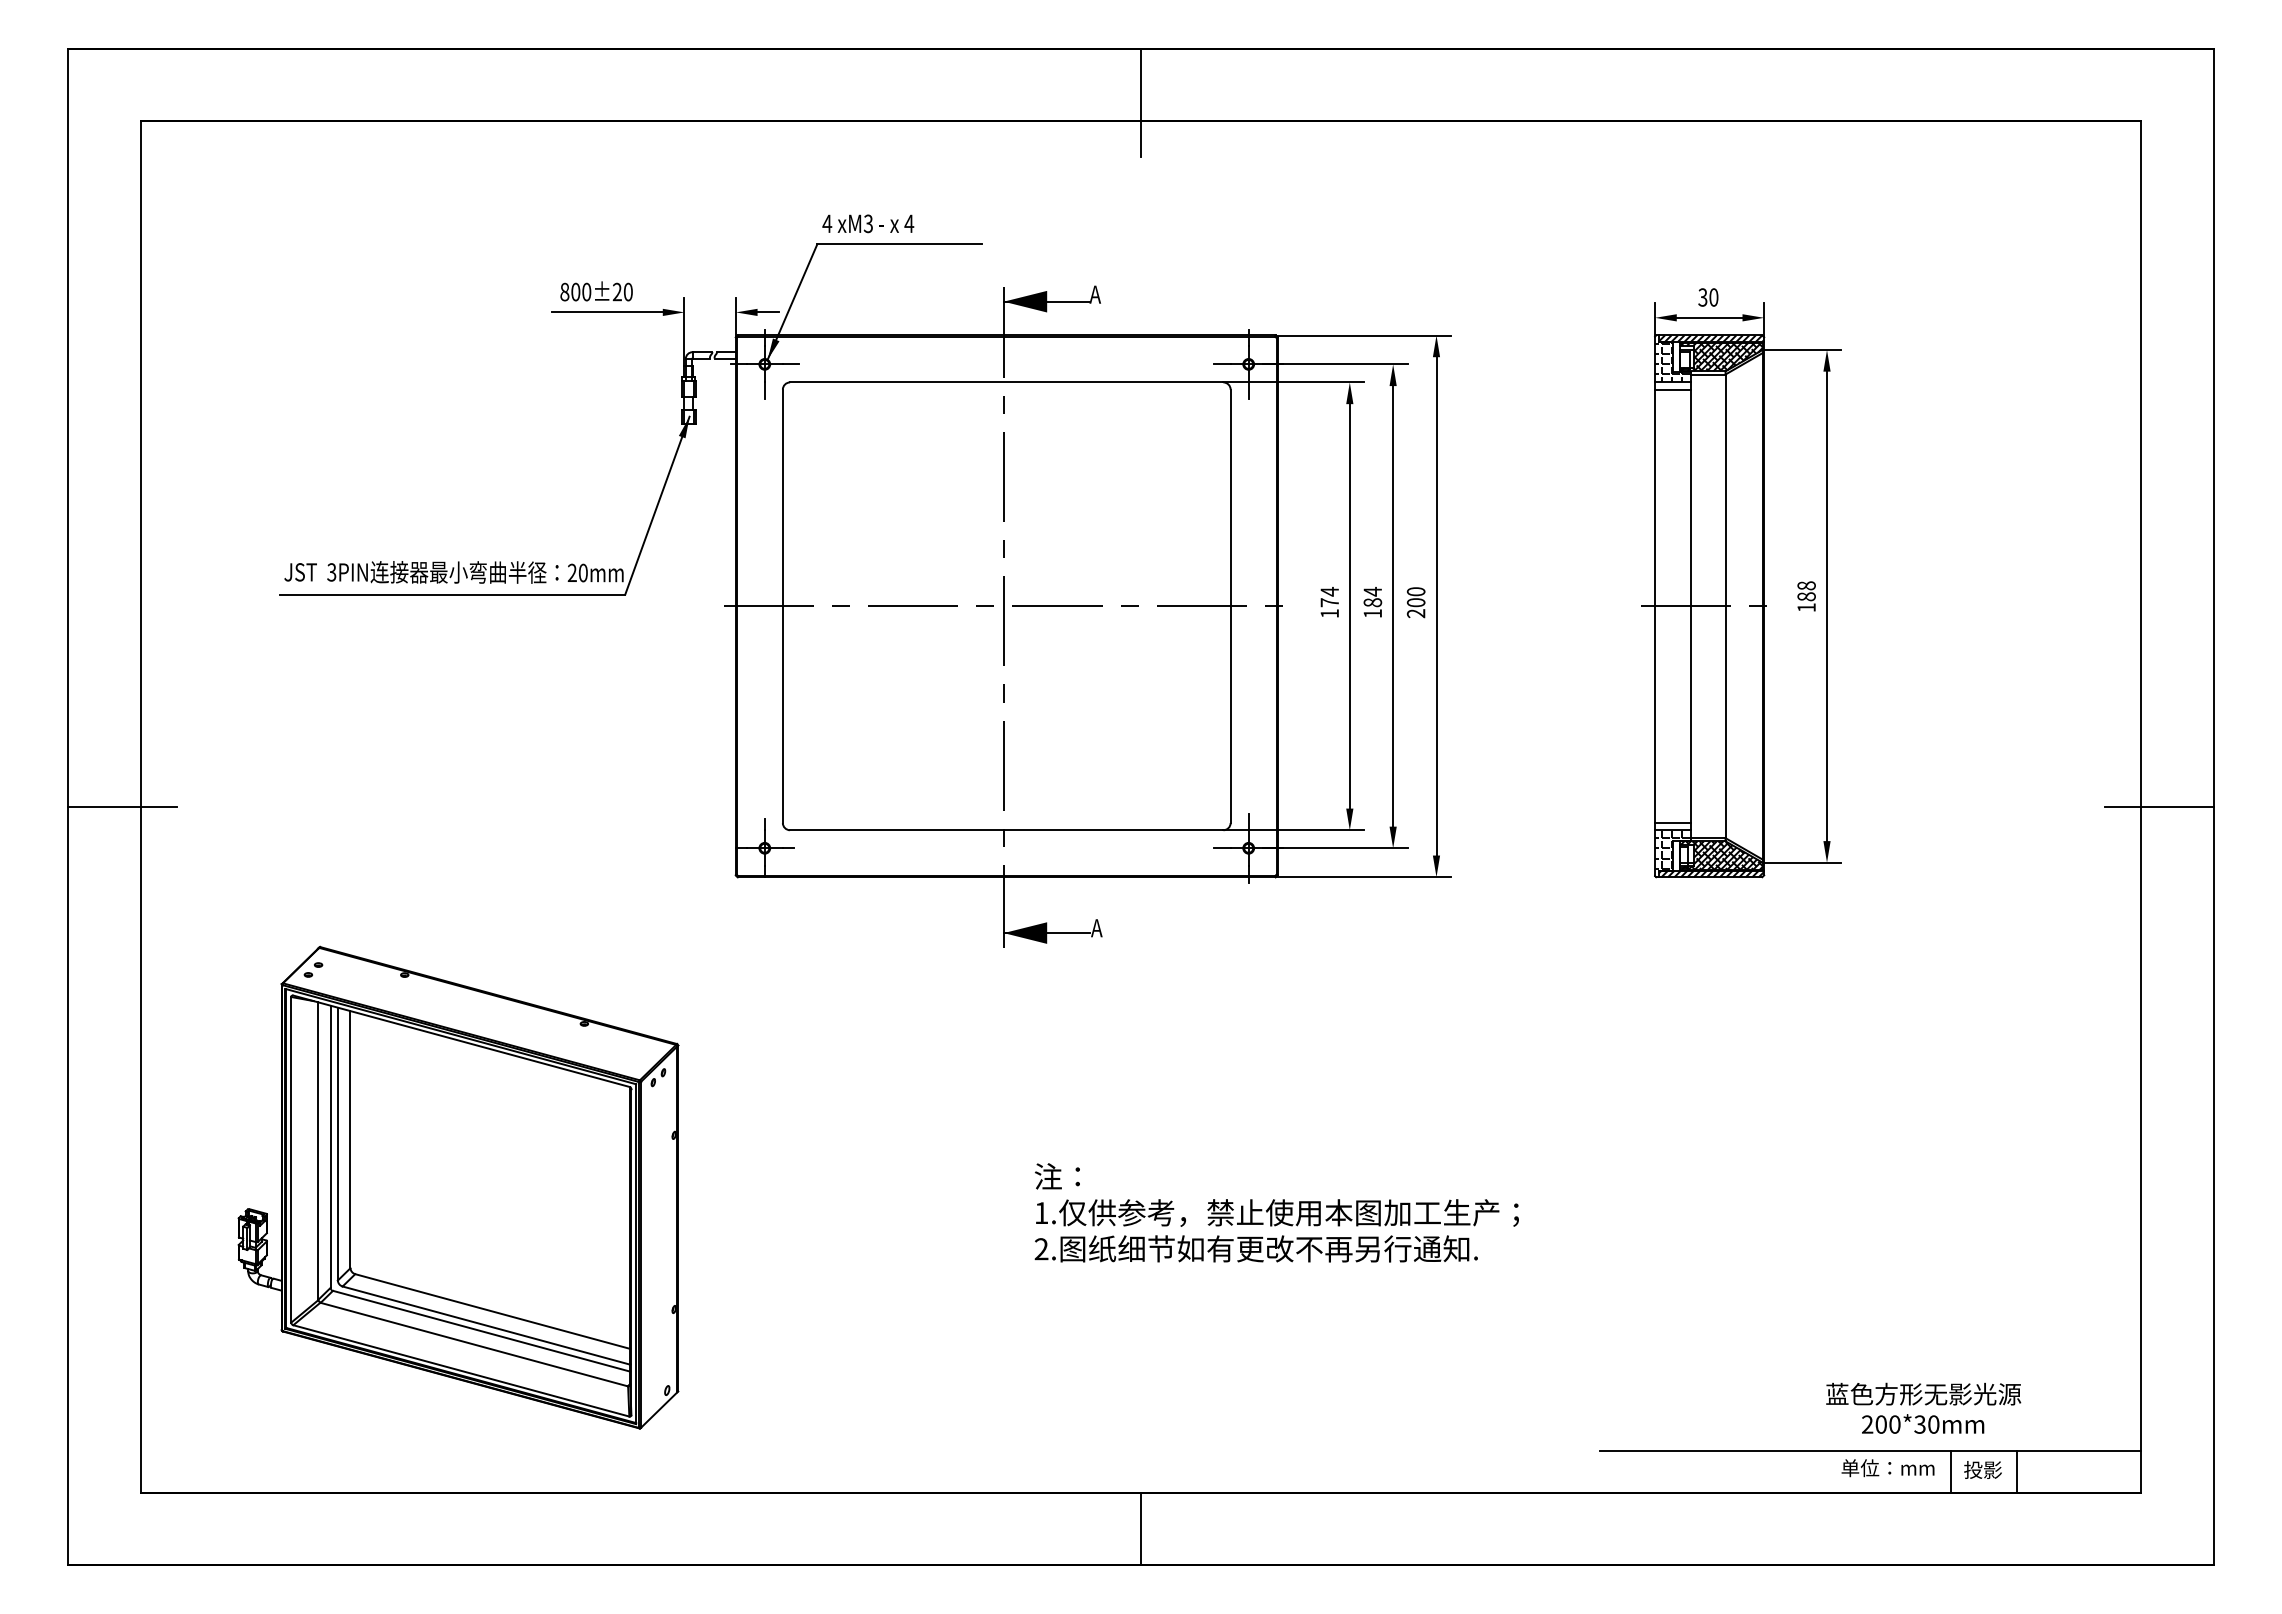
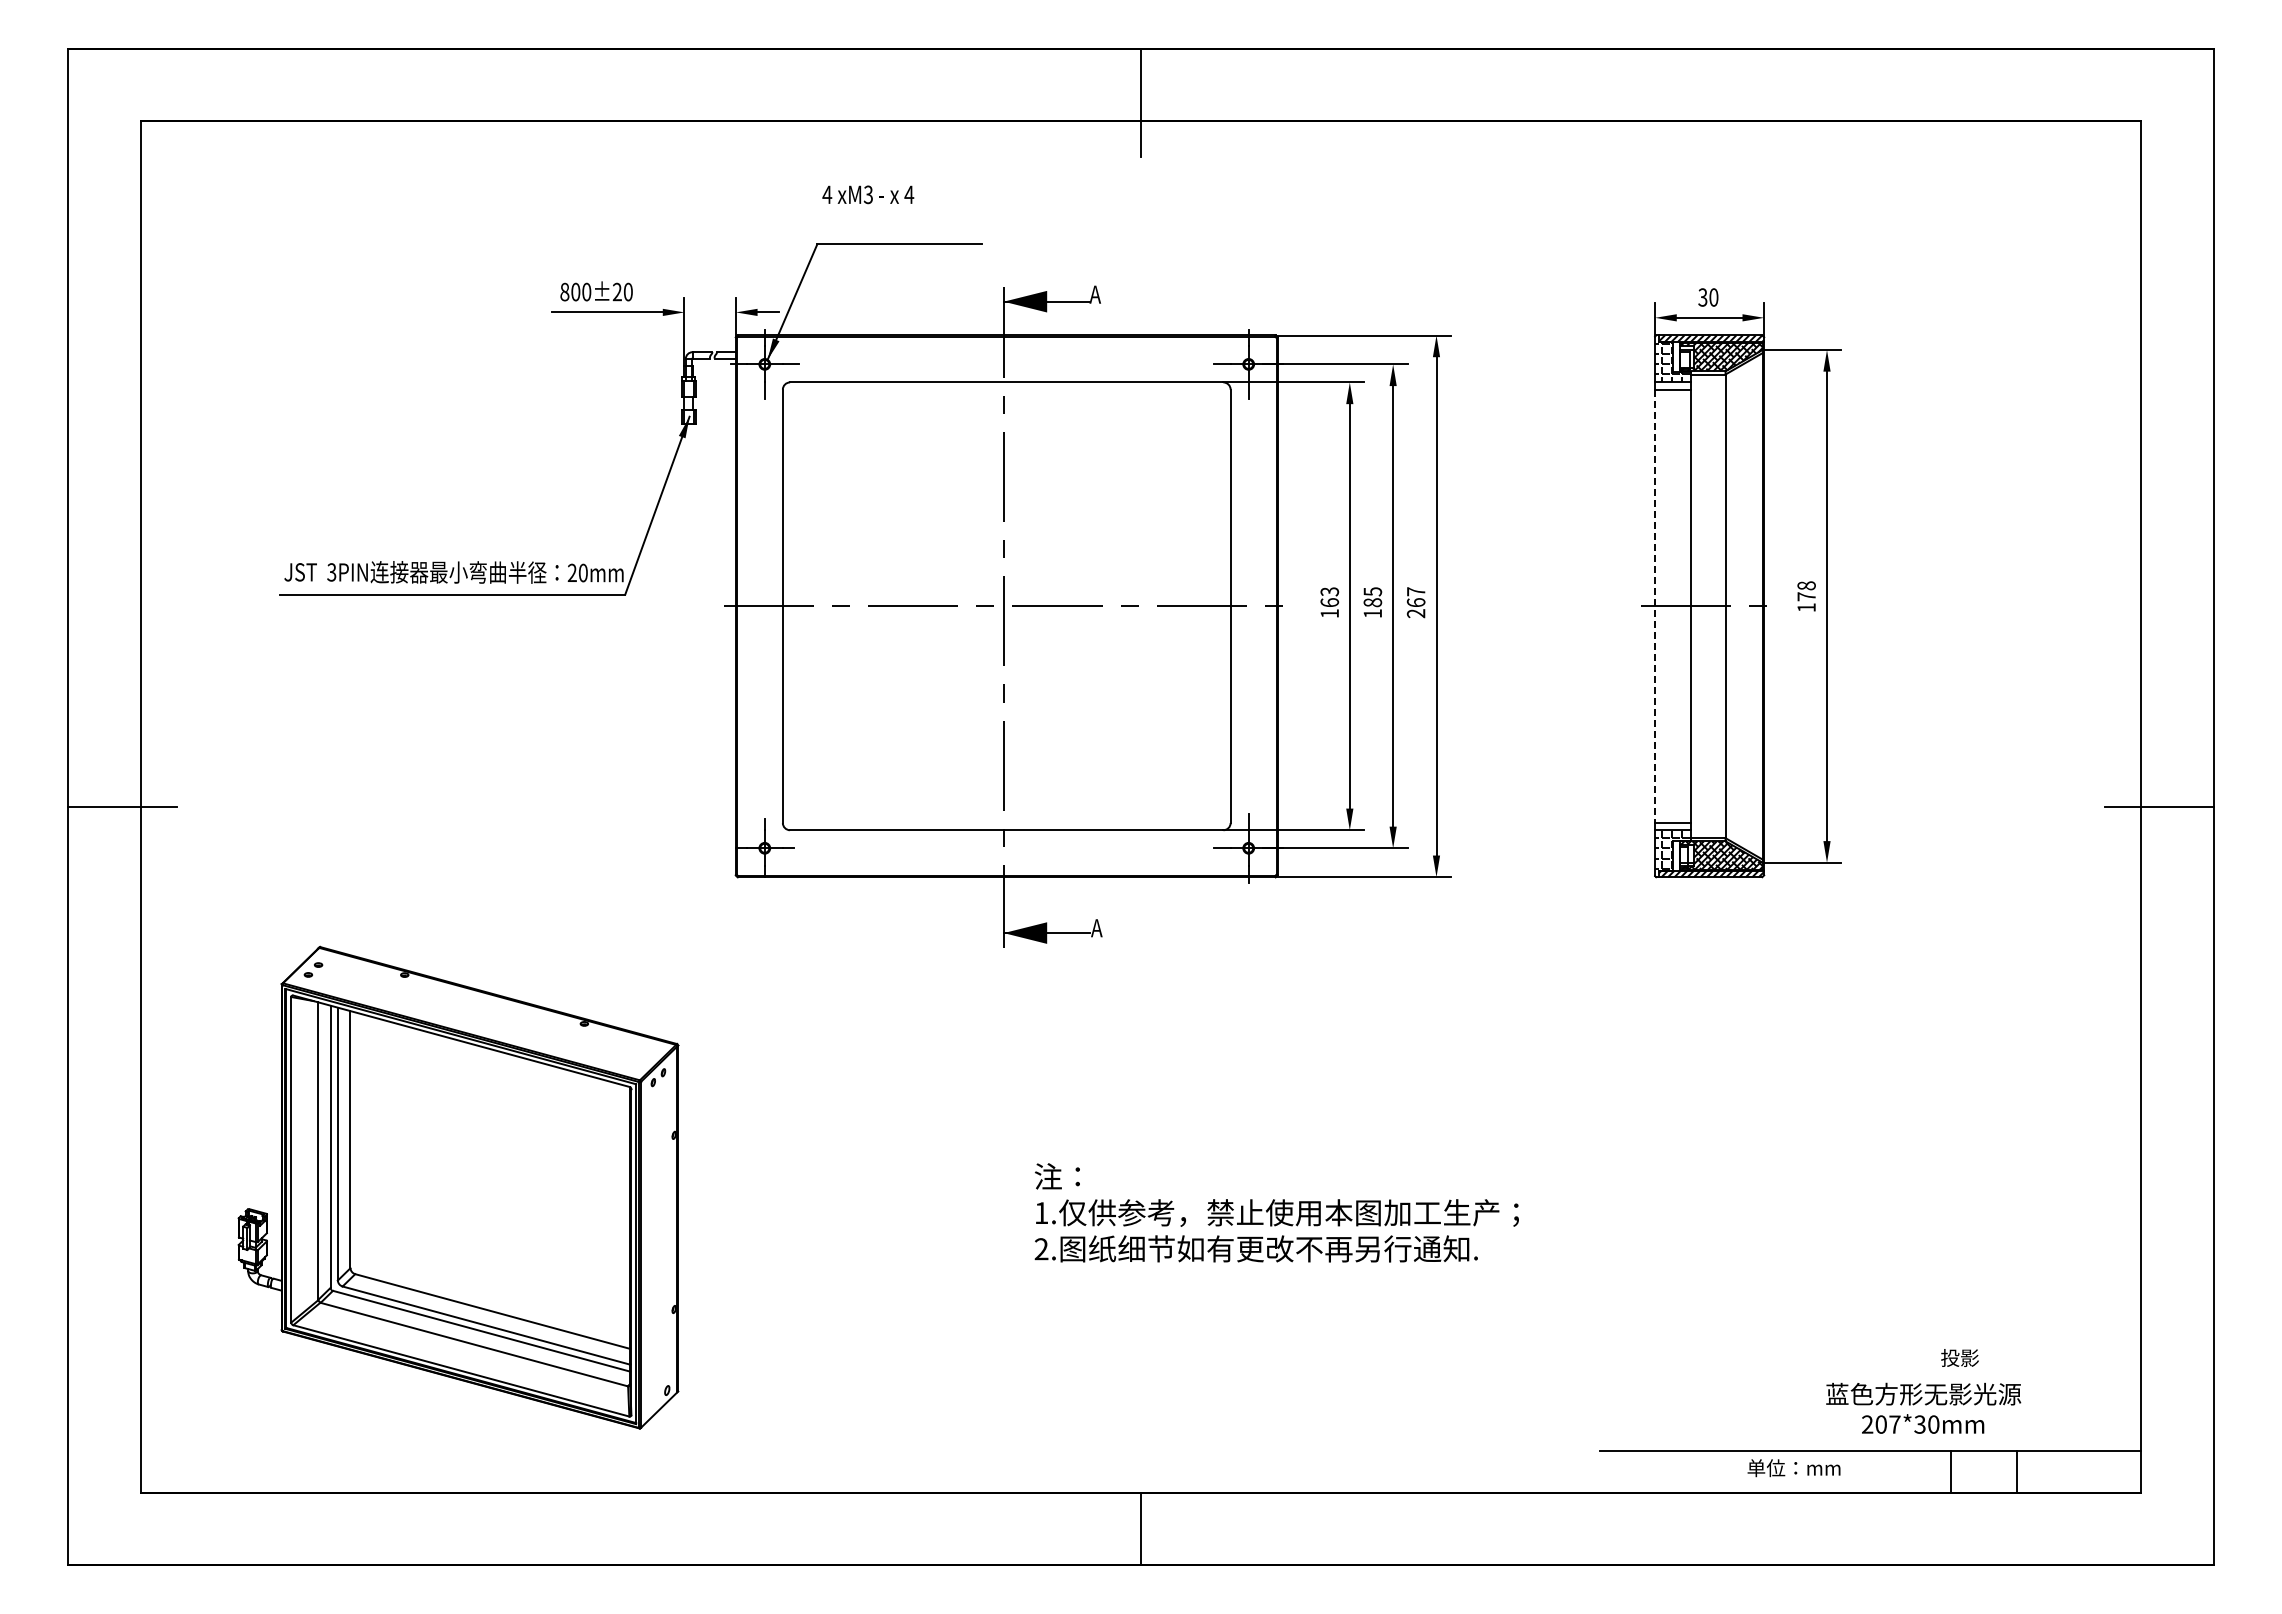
text at (868, 223) position: (868, 223) -> (868, 194)
text at (1372, 591): 184 -> 185
text at (1329, 596): 174 -> 163
text at (1806, 596): 188 -> 178
text at (1415, 597): 200 -> 267
line at (1655, 606): solid -> dashed
text at (1894, 1424): 200*30mm -> 207*30mm
text at (1887, 1468) position: (1887, 1468) -> (1793, 1468)
text at (1982, 1469) position: (1982, 1469) -> (1959, 1357)
